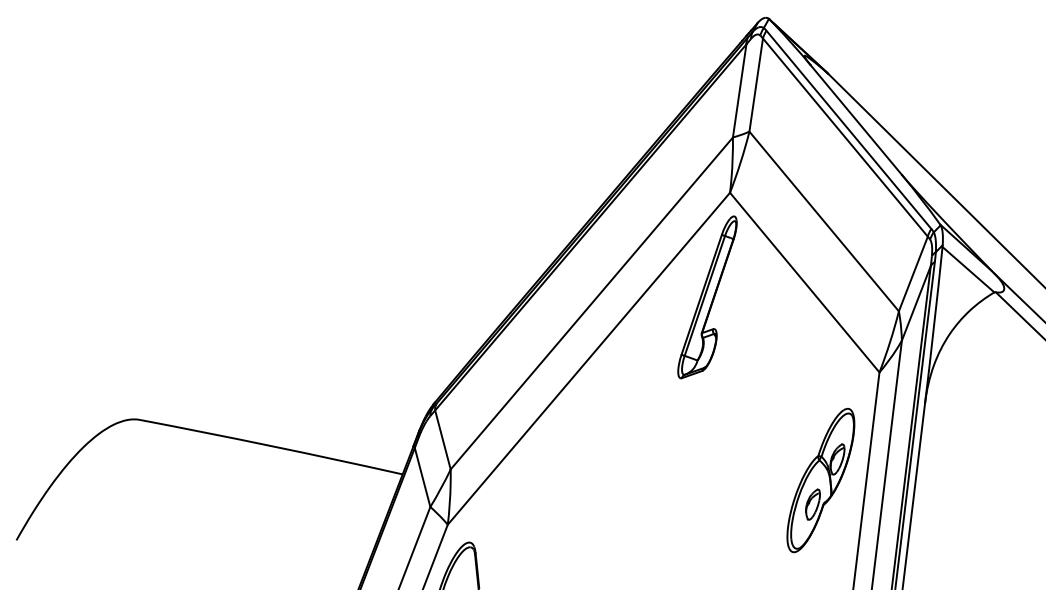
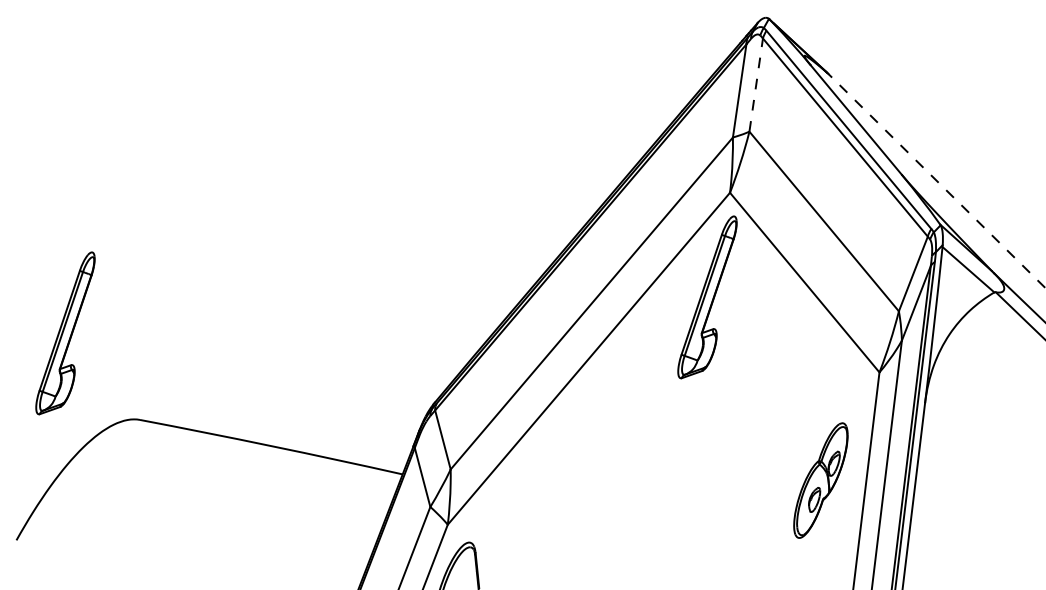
line at (756, 84): solid -> dashed
line at (936, 180): solid -> dashed
part at (65, 333): none -> present
part at (820, 480) size: 70x146 px -> 56x117 px
